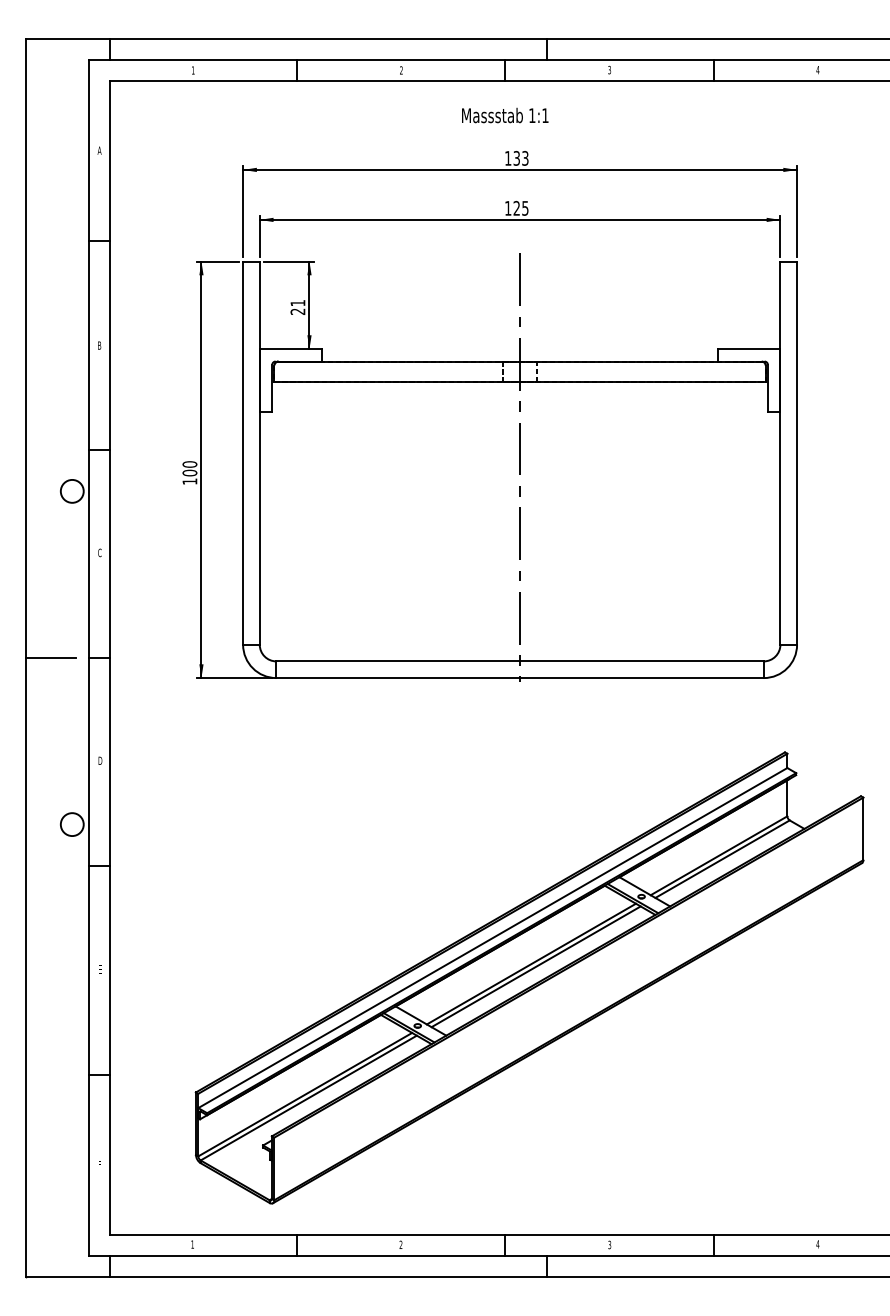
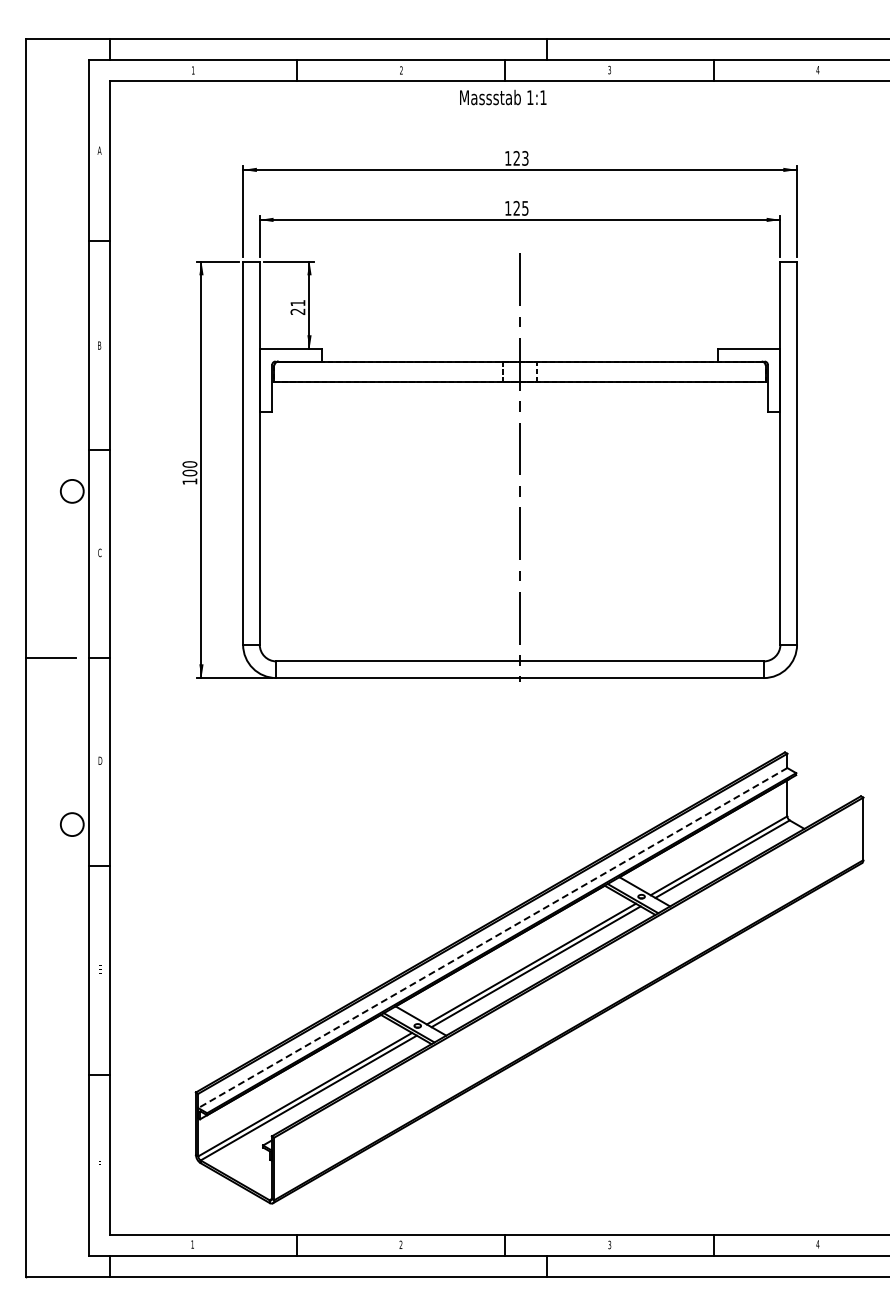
text at (505, 115) position: (505, 115) -> (503, 97)
text at (516, 158): 133 -> 123
line at (492, 938): solid -> dashed
